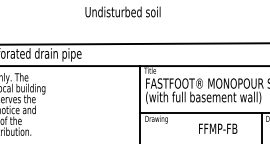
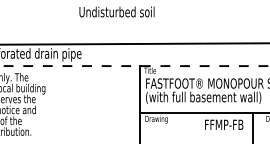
text at (122, 11) position: (122, 11) -> (116, 11)
line at (135, 66): solid -> dashed
line at (262, 126) position: (262, 126) -> (253, 126)
text at (218, 128) position: (218, 128) -> (224, 124)
